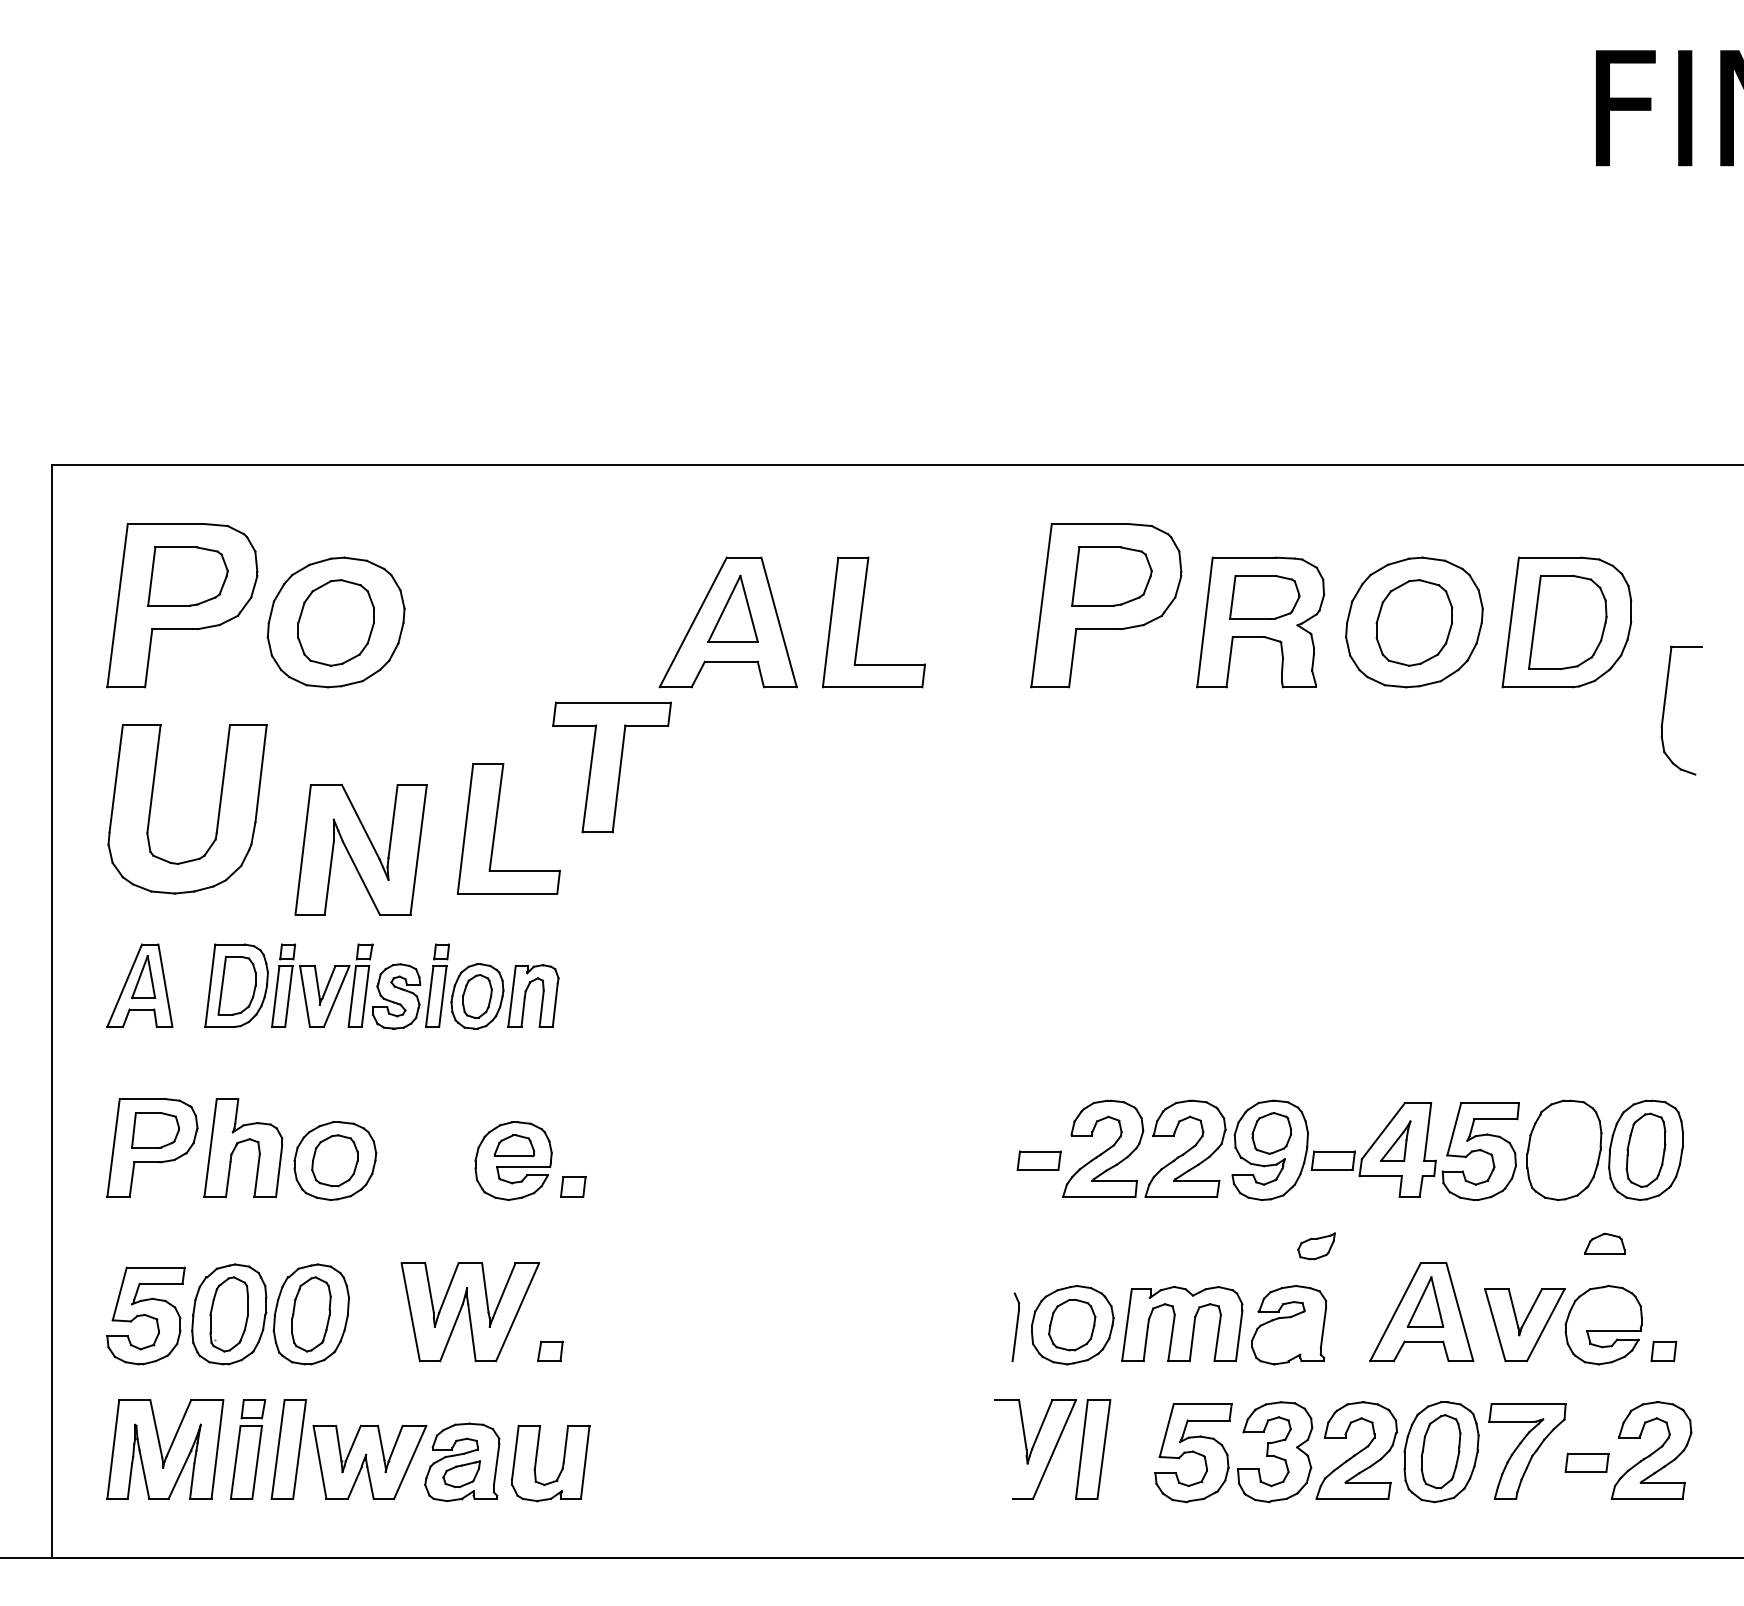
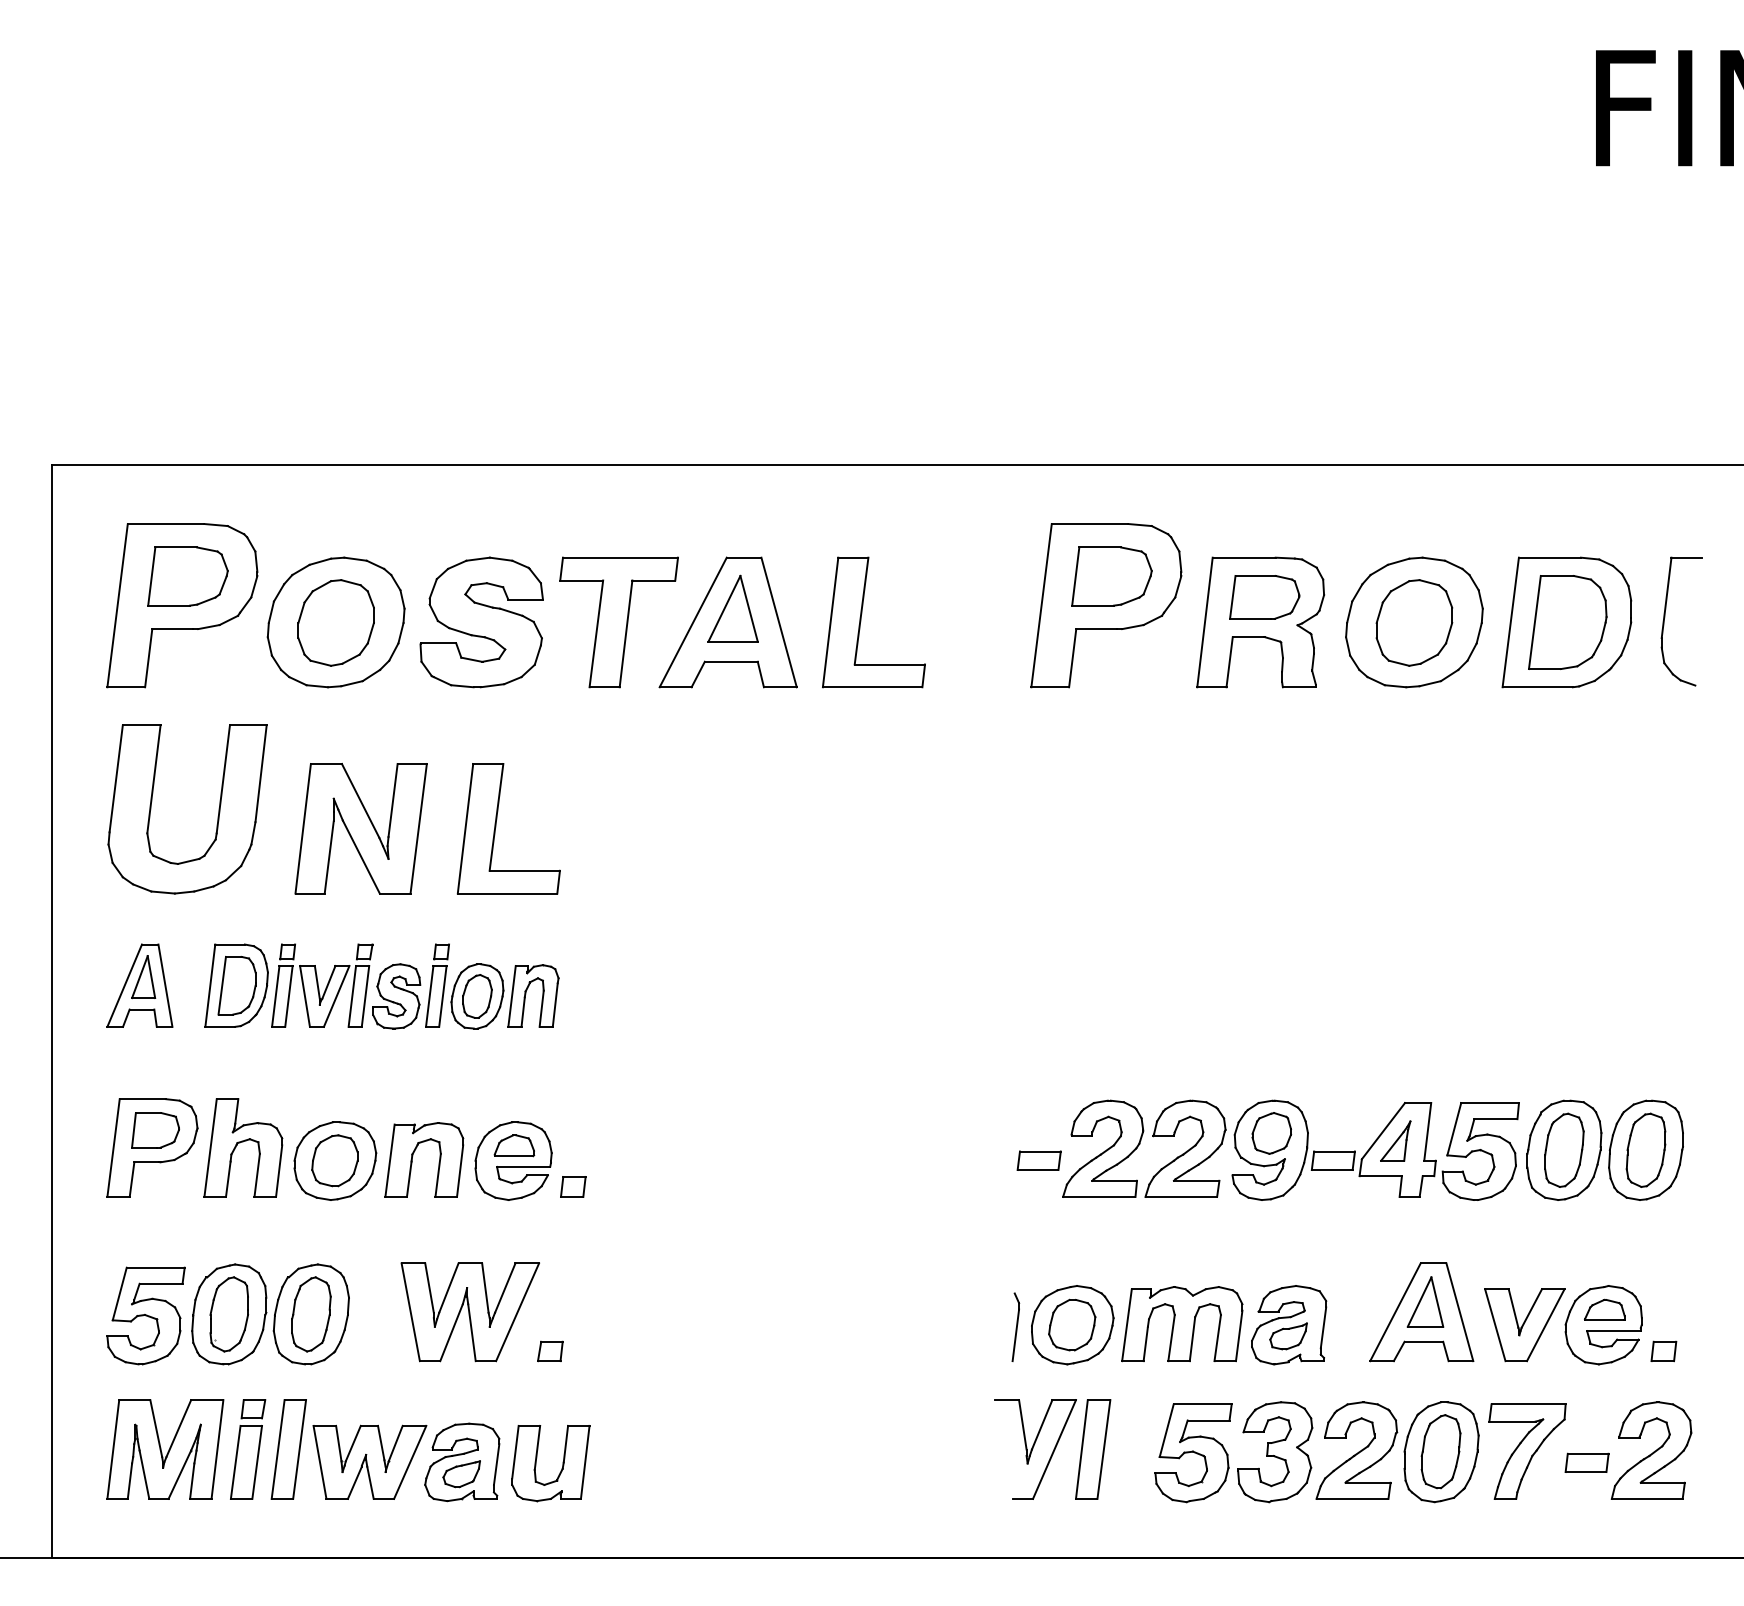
part at (481, 622): none -> present
part at (1665, 706) position: (1665, 706) -> (1665, 617)
part at (611, 767) position: (611, 767) -> (618, 622)
part at (360, 849) position: (360, 849) -> (360, 828)
part at (1564, 1149): none -> present
part at (413, 1156): none -> present
part at (1604, 1243) position: (1604, 1243) -> (1604, 1309)
part at (1316, 1246) position: (1316, 1246) -> (1288, 1336)
